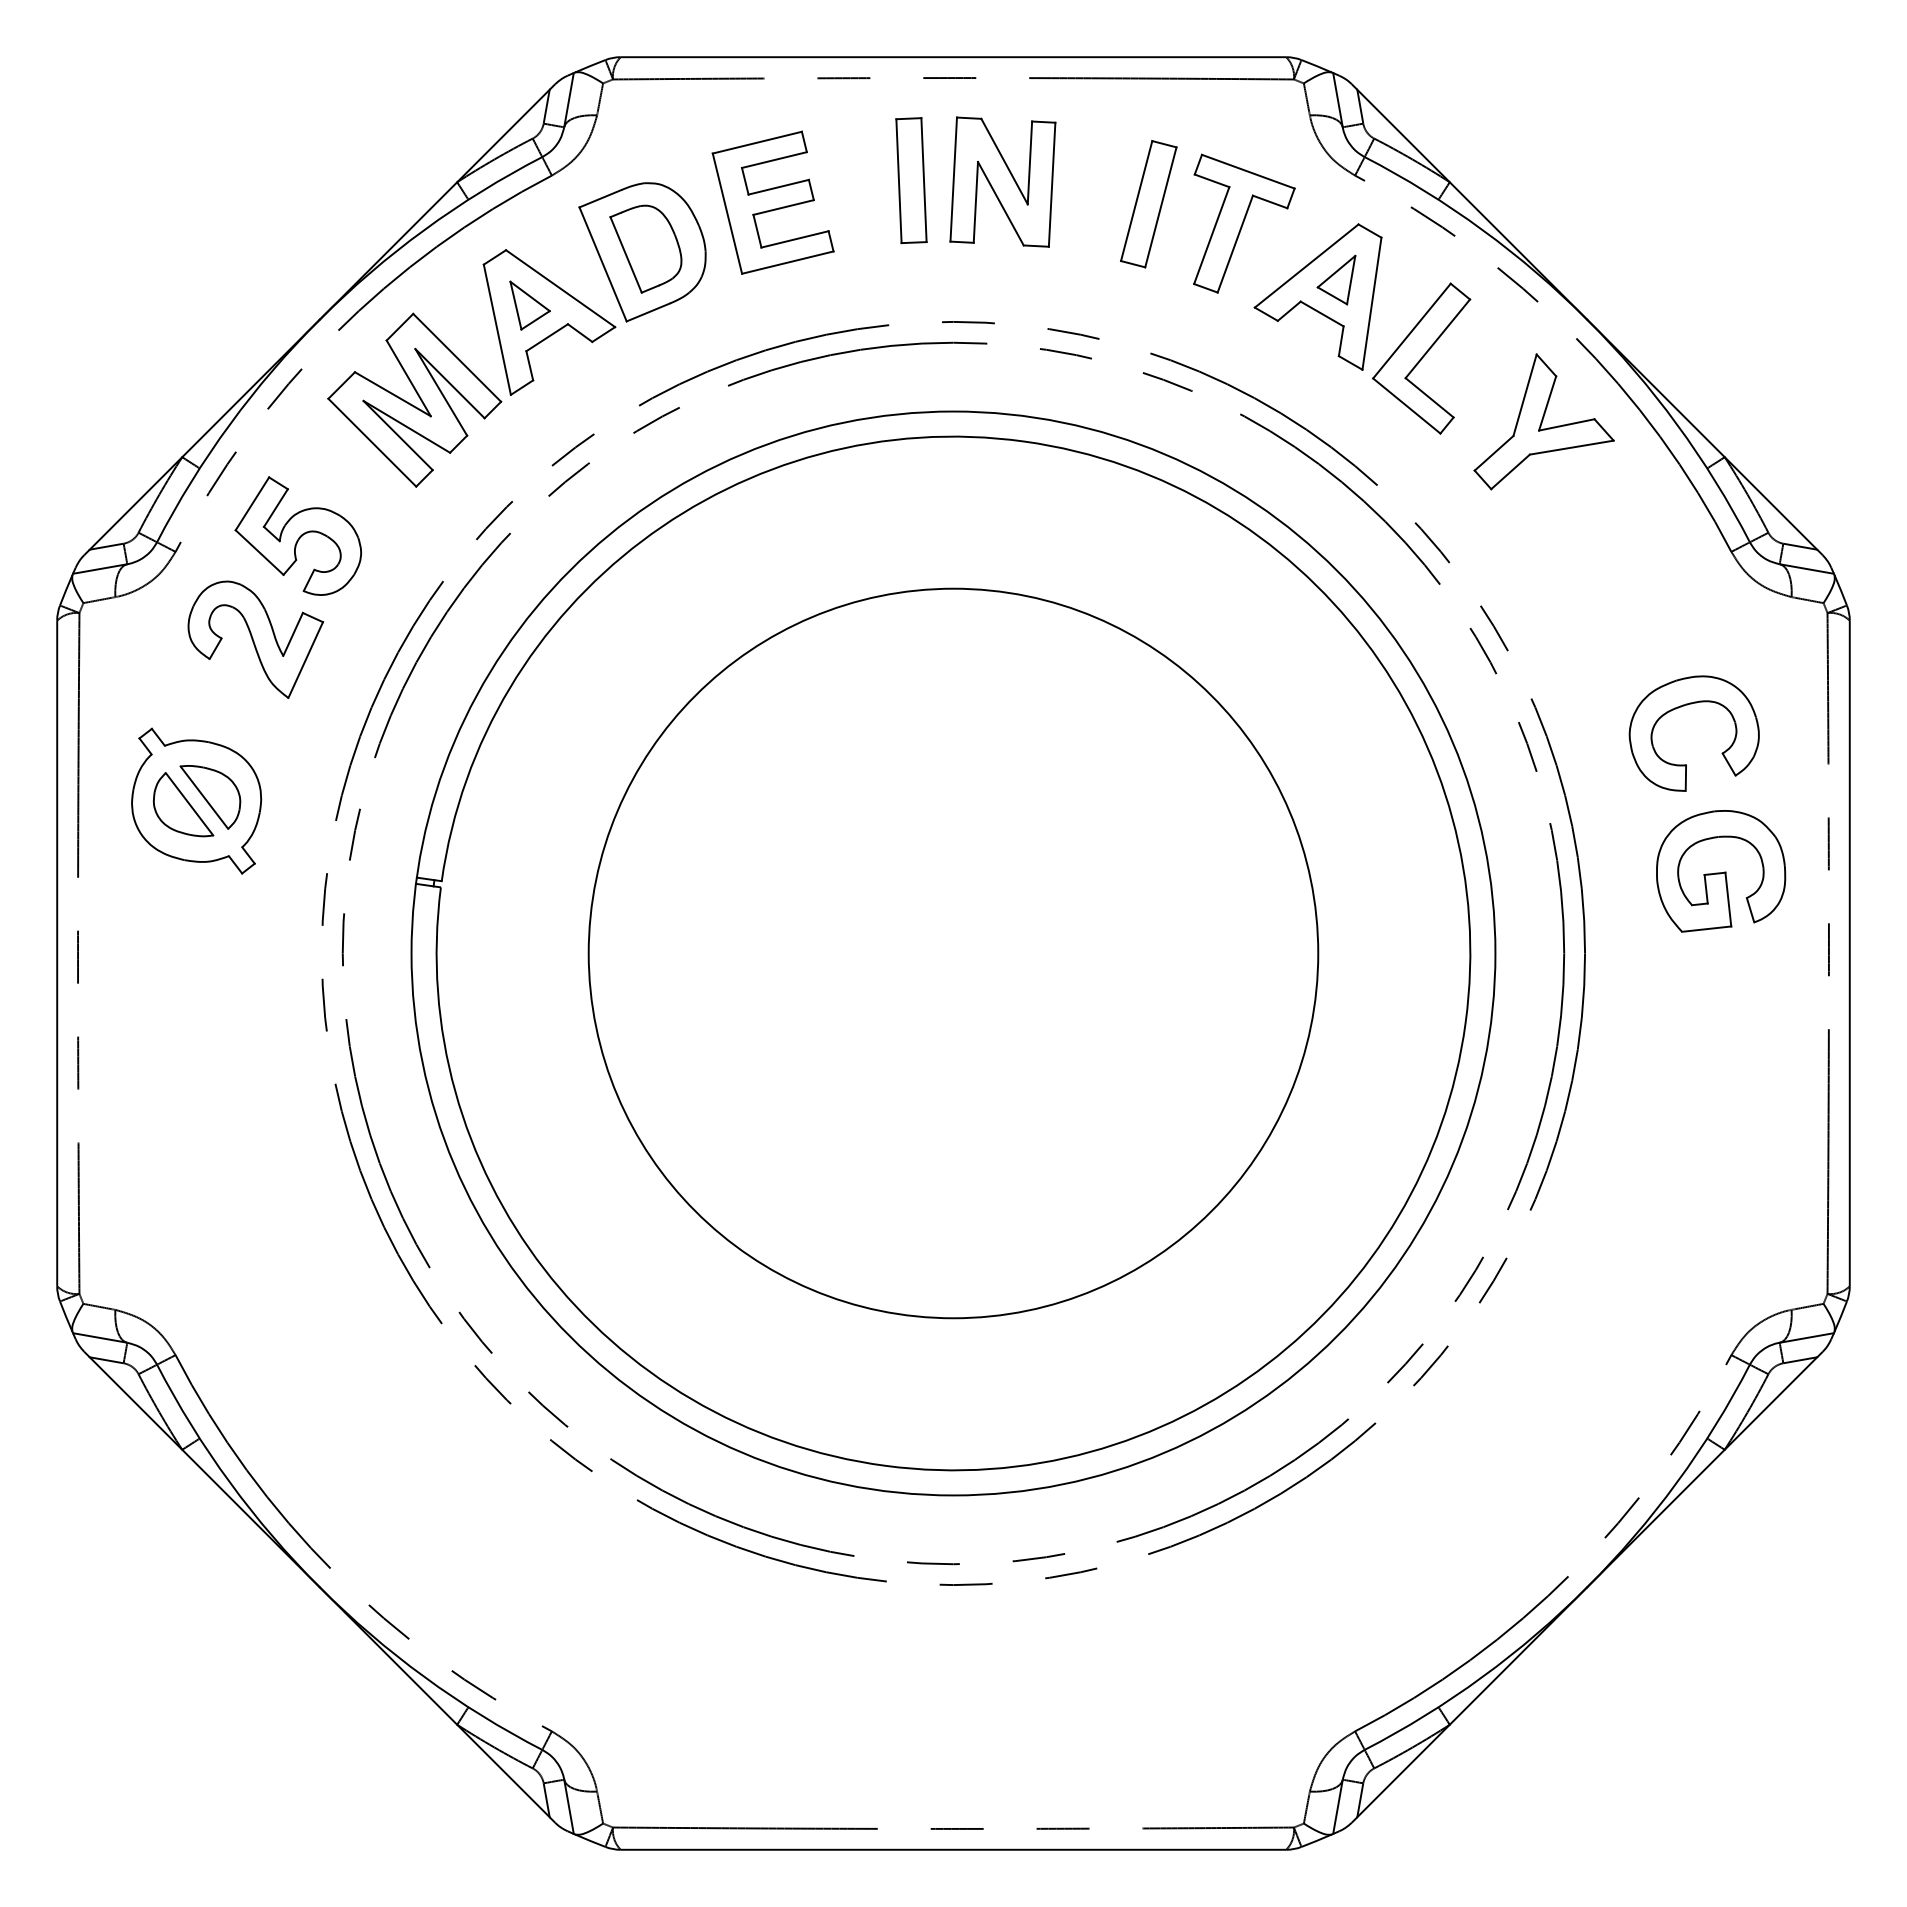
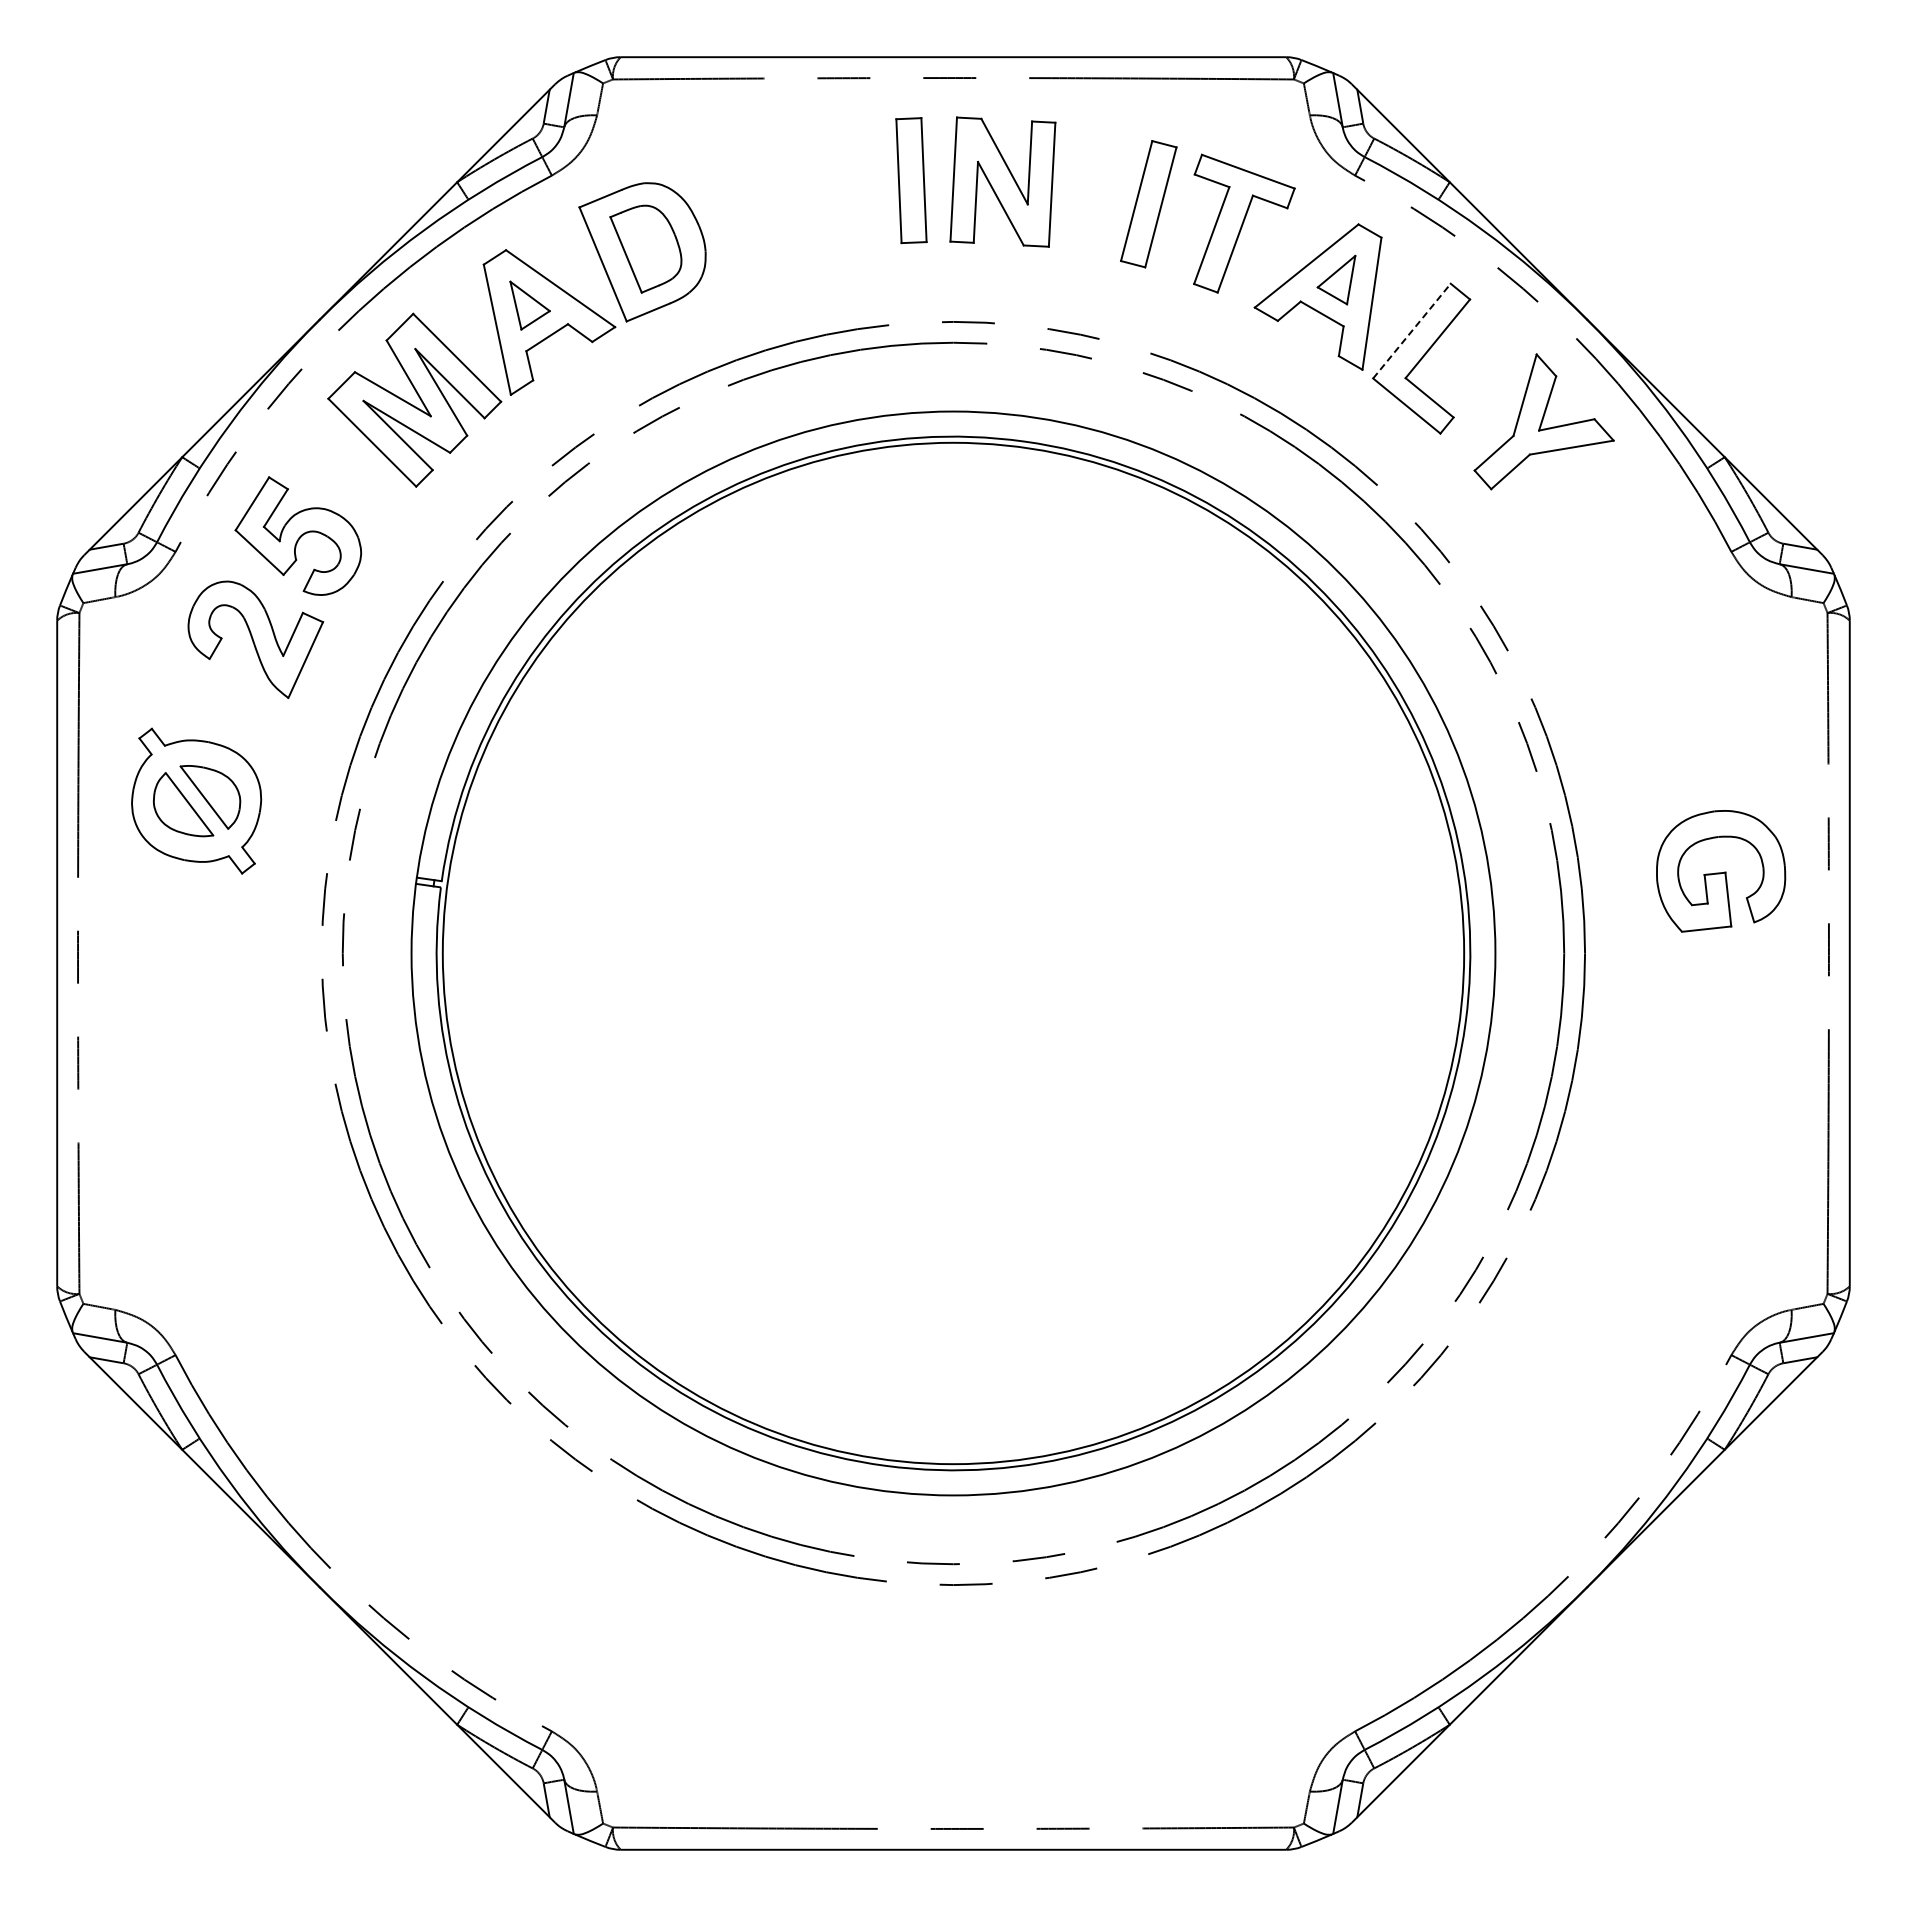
part at (772, 202): present -> none
line at (1412, 330): solid -> dashed
part at (1684, 706): present -> none
circle at (953, 953) diameter: 730 px -> 1021 px
